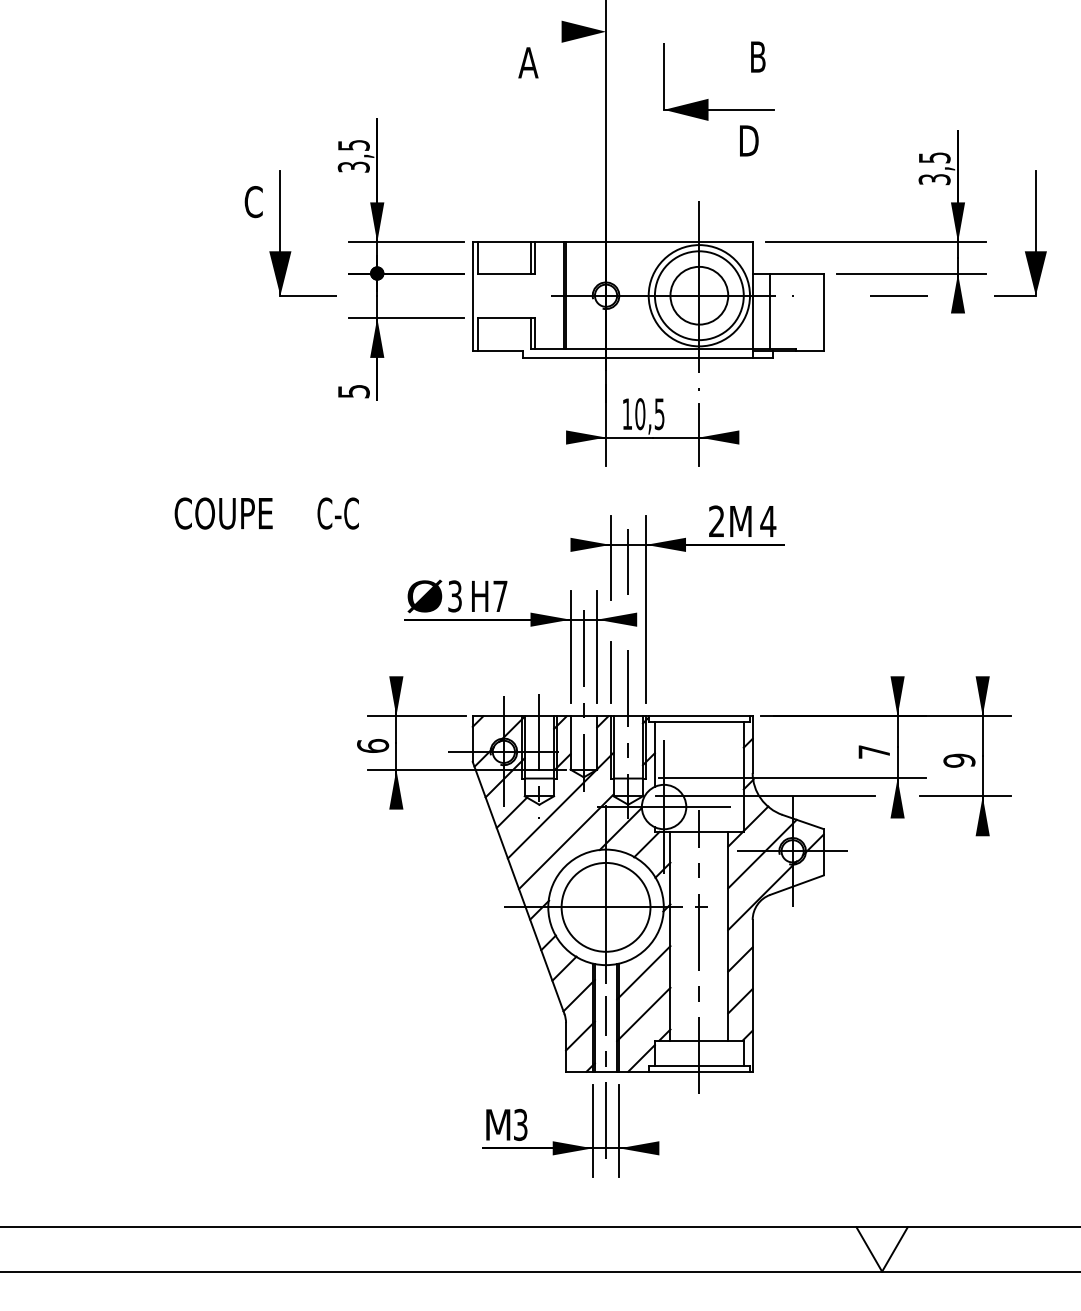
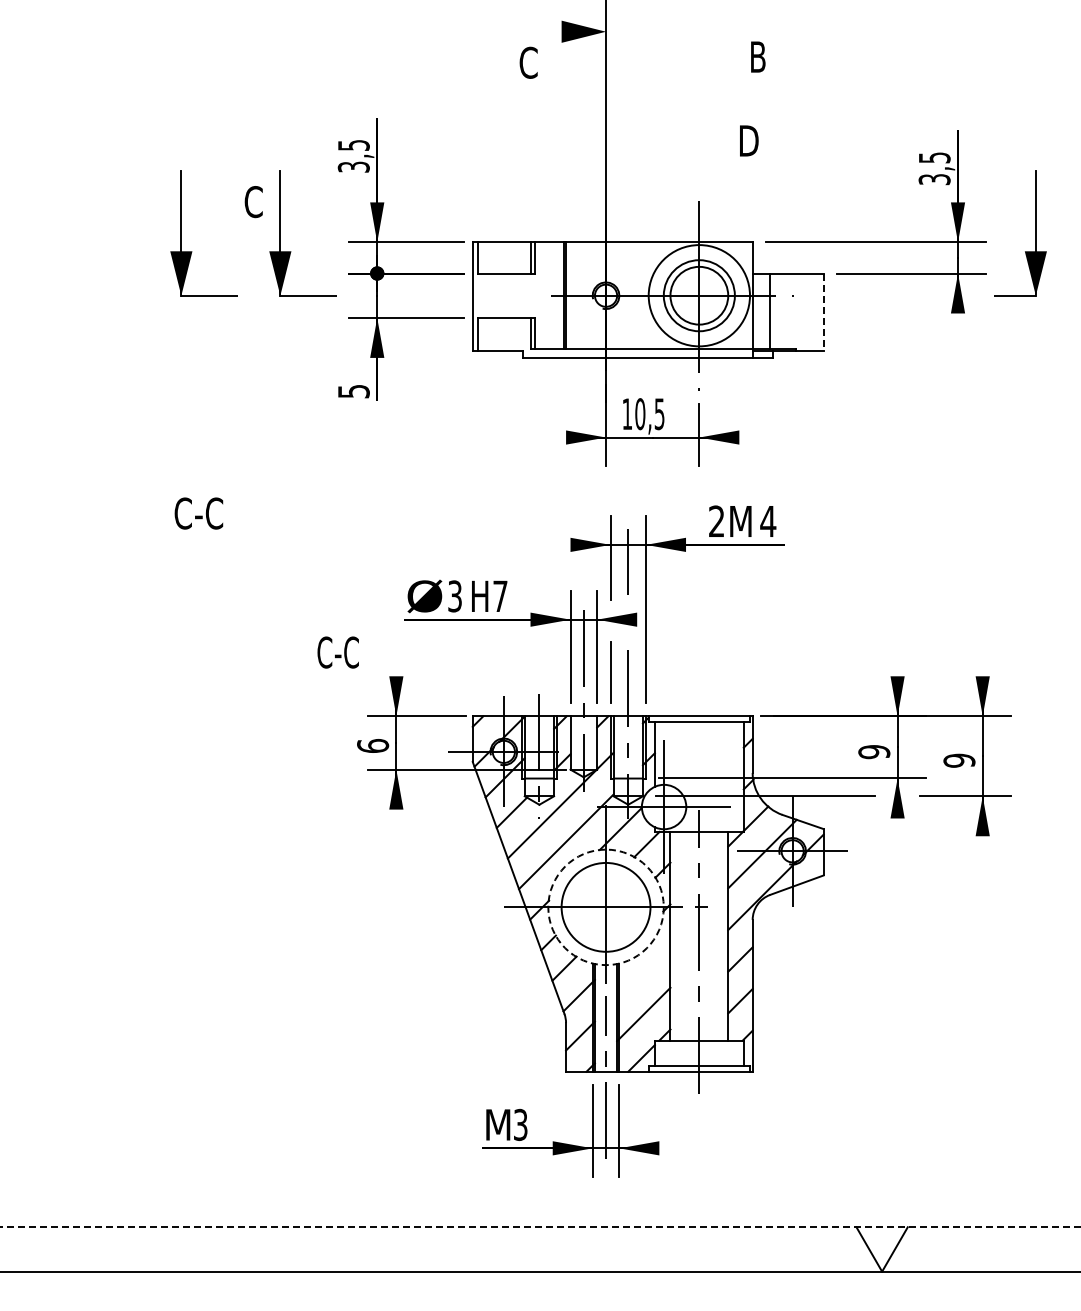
text at (528, 62): A -> C
part at (708, 99): present -> none
part at (192, 251): none -> present
circle at (698, 295) diameter: 89 px -> 71 px
line at (899, 295): present -> none
line at (823, 312): solid -> dashed
text at (233, 513): COUPE -> C-C
text at (337, 513) position: (337, 513) -> (337, 652)
text at (874, 752): 7 -> 9
circle at (605, 907): solid -> dashed
line at (643, 972): present -> none
line at (540, 1227): solid -> dashed
